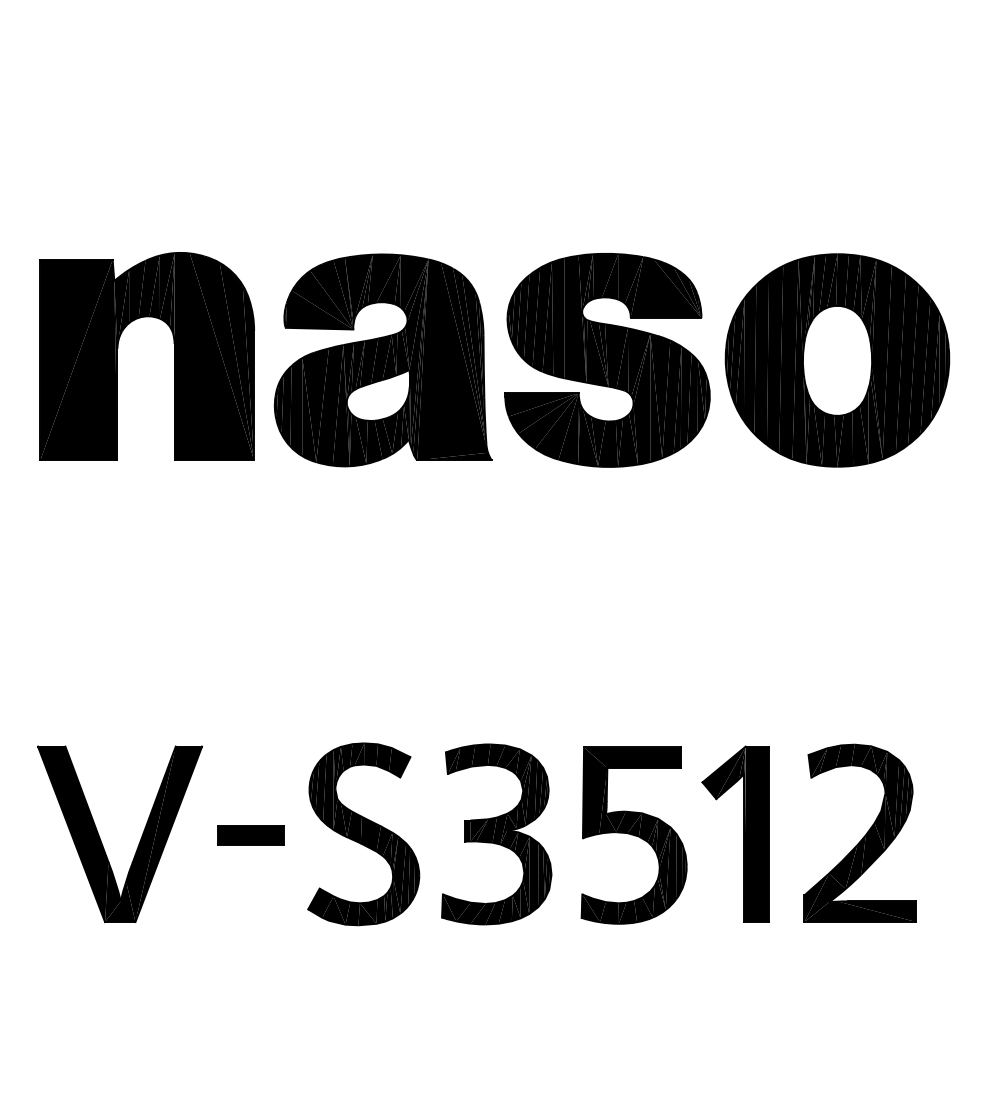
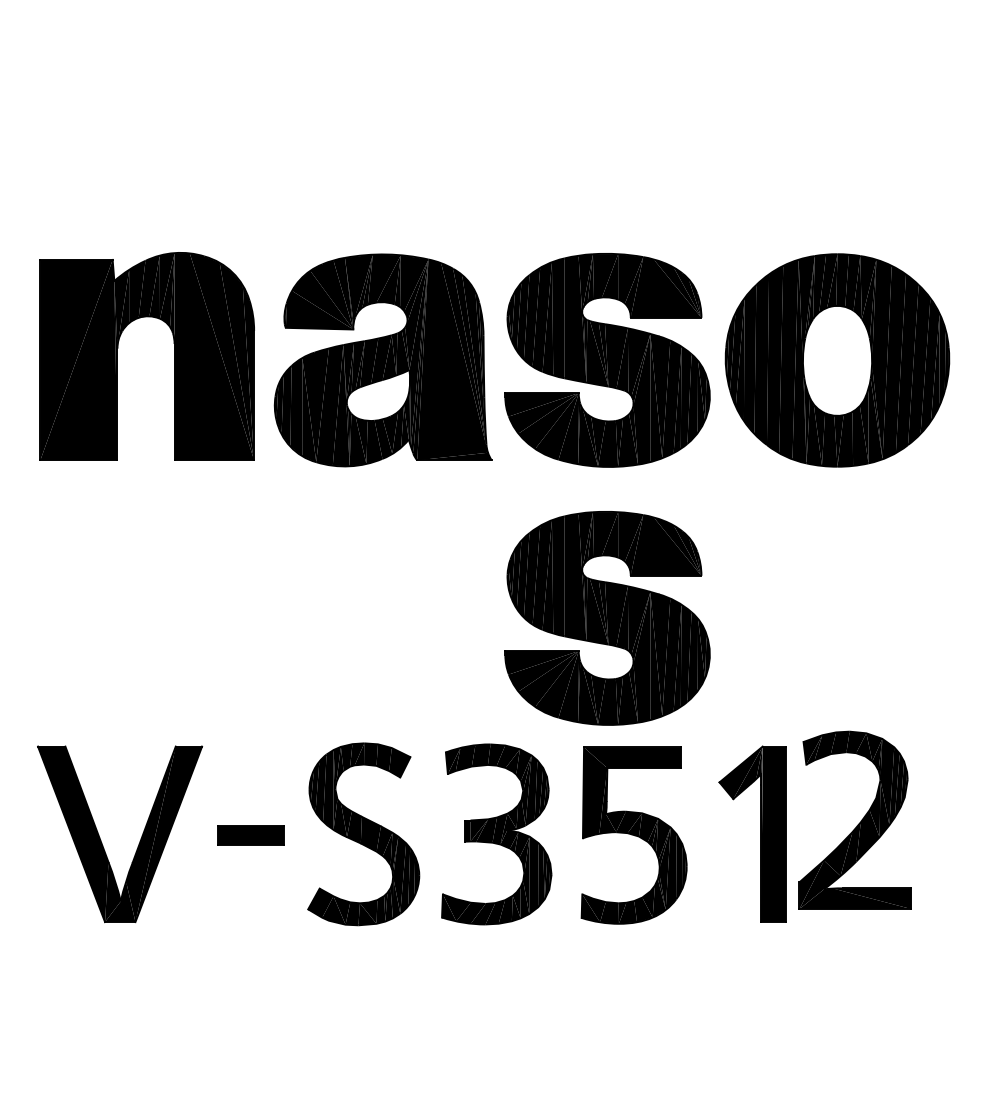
part at (607, 618): none -> present
part at (859, 832) position: (859, 832) -> (854, 819)
part at (743, 833) position: (743, 833) -> (760, 833)
